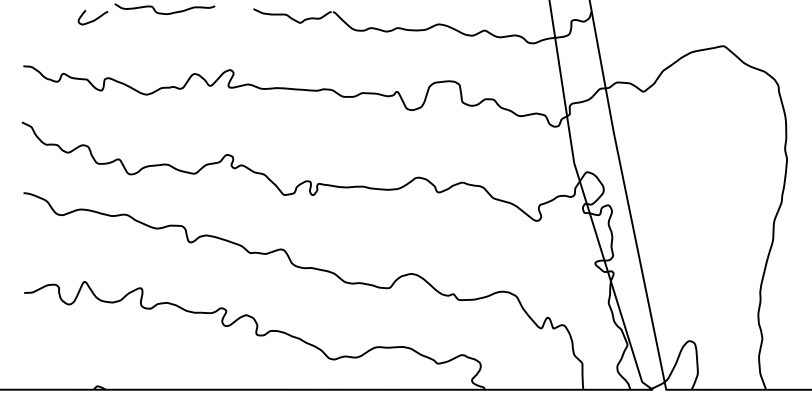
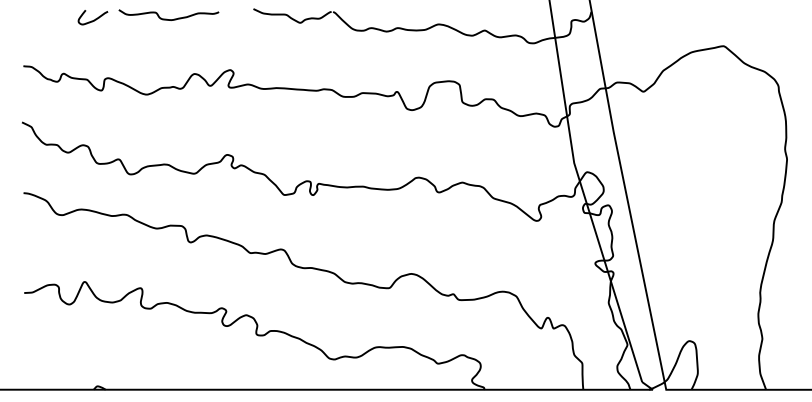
curve at (162, 12) position: (162, 12) -> (166, 18)
